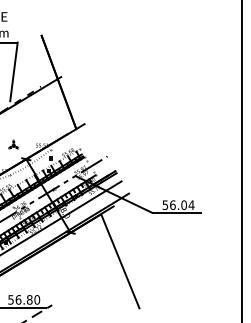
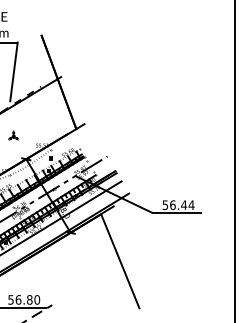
part at (13, 144) position: (13, 144) -> (13, 135)
line at (242, 160) position: (242, 160) -> (235, 160)
text at (184, 204): 56.04 -> 56.44
